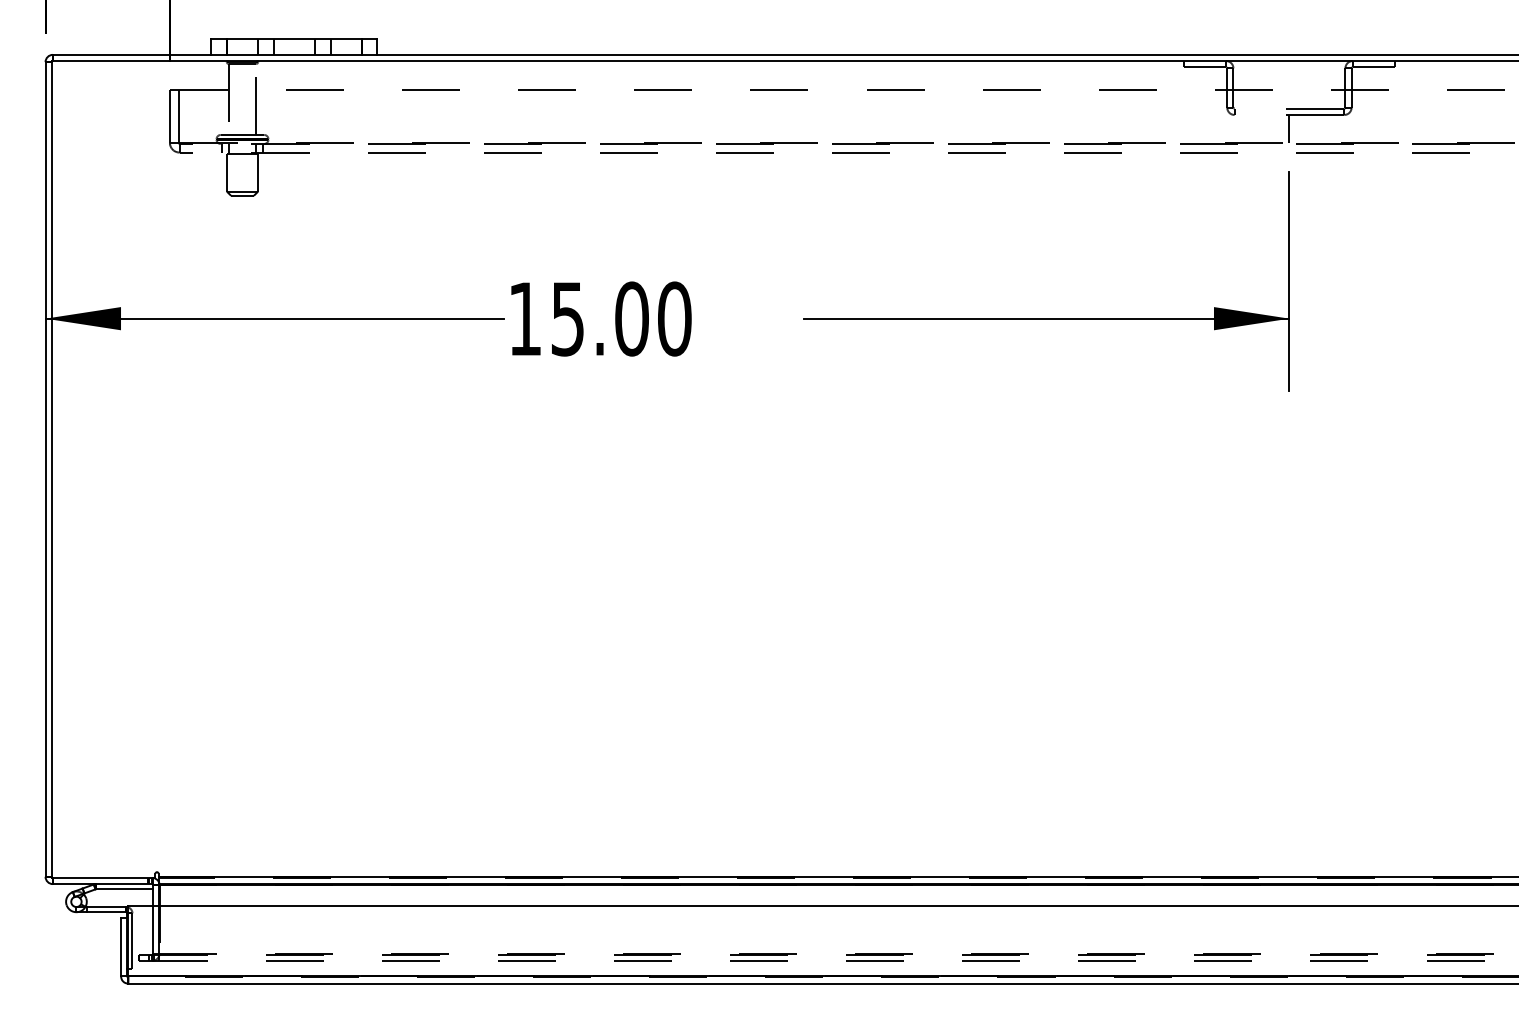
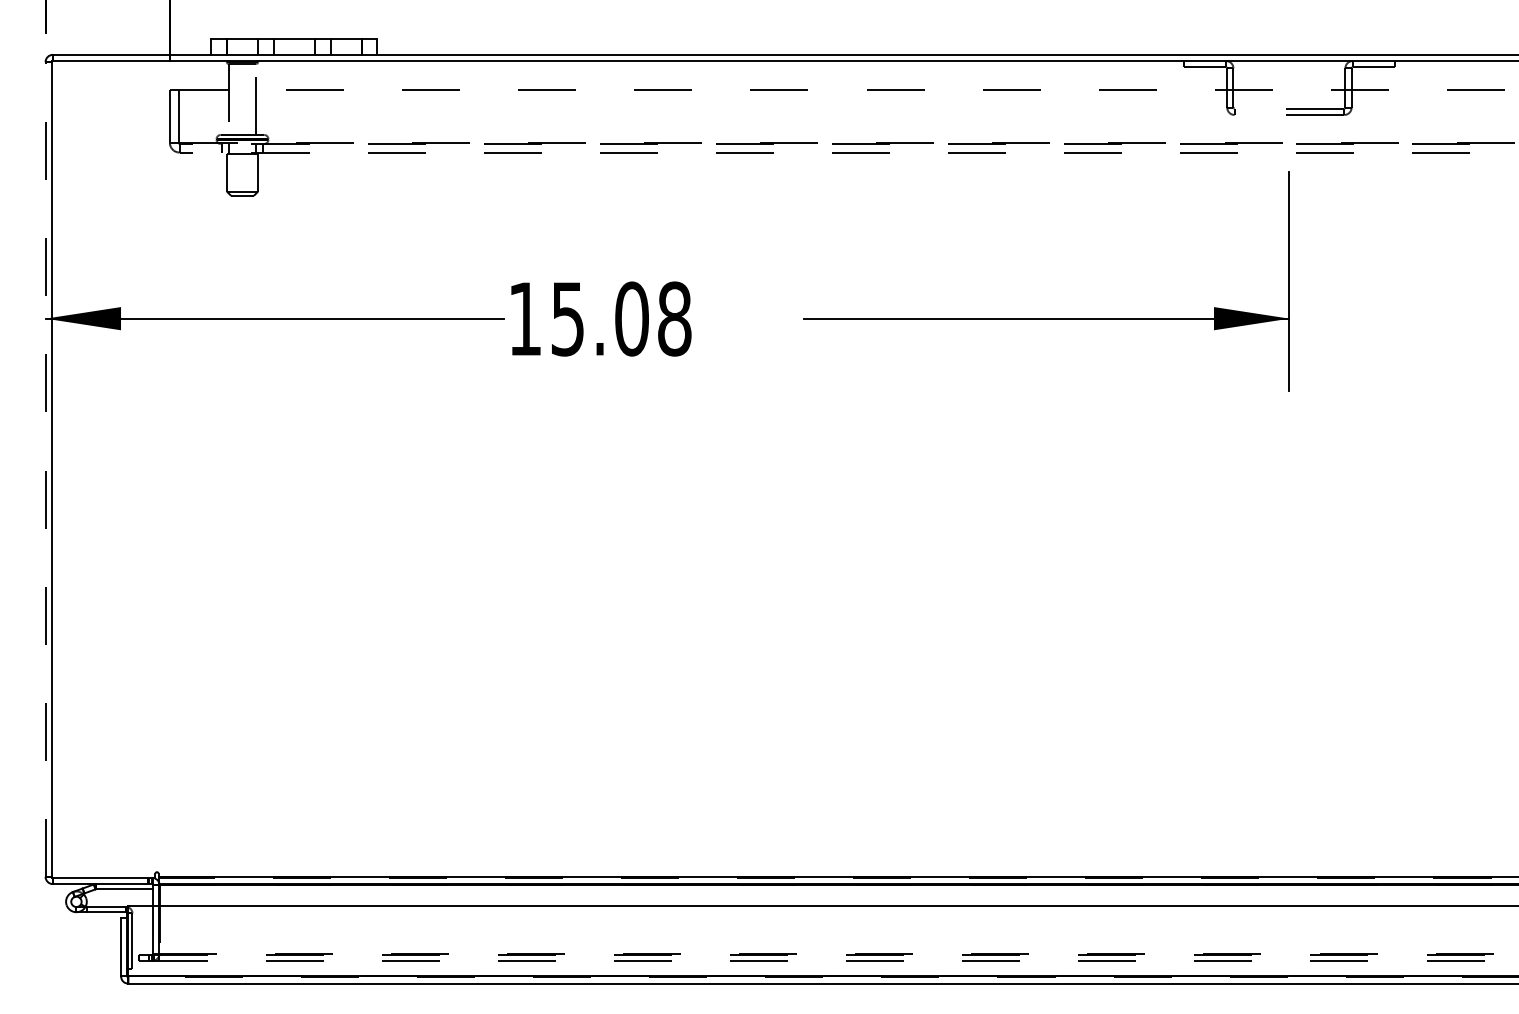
line at (1289, 128): present -> none
text at (674, 318): 15.00 -> 15.08
line at (45, 468): solid -> dashed
